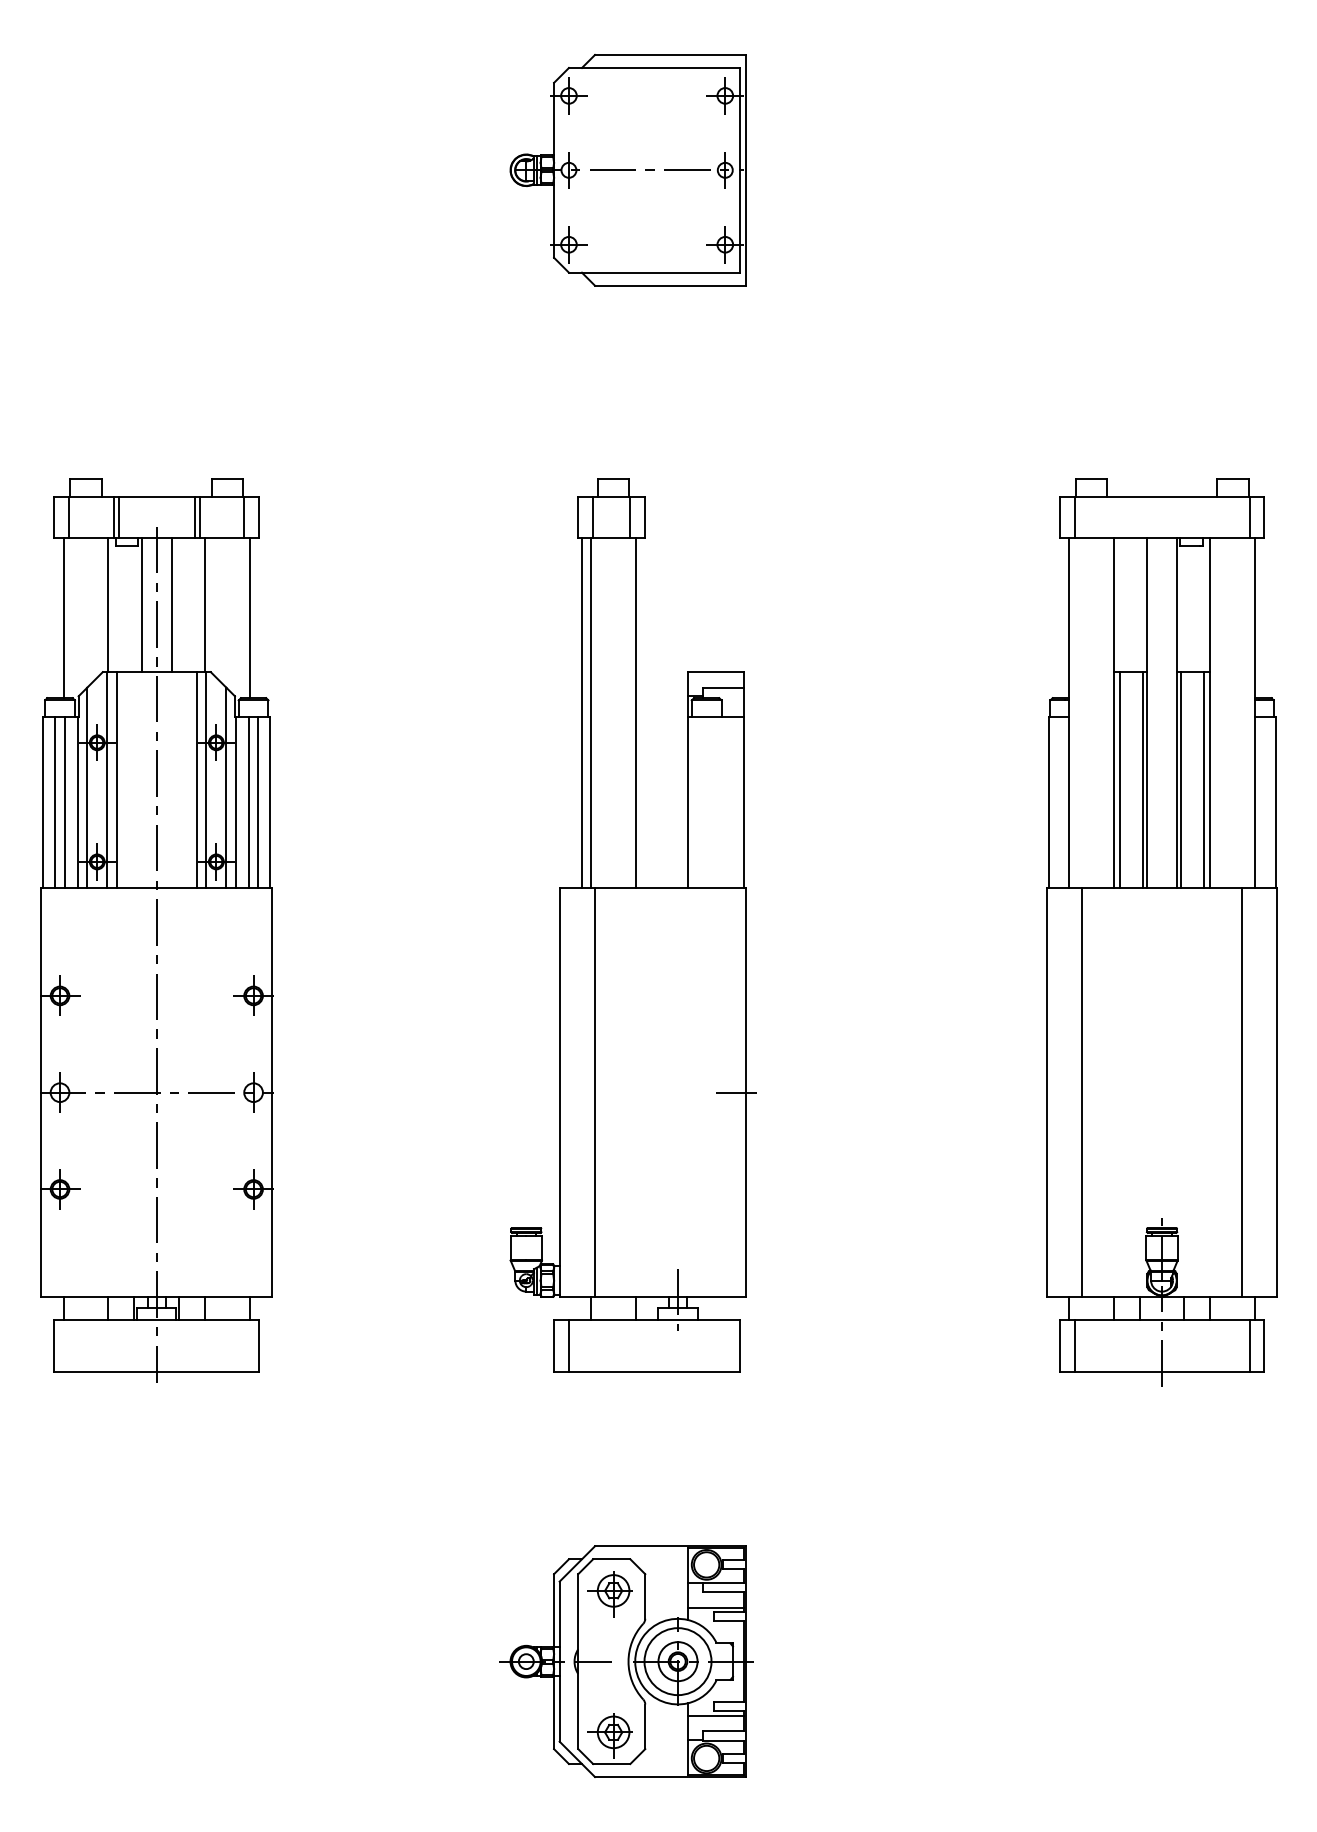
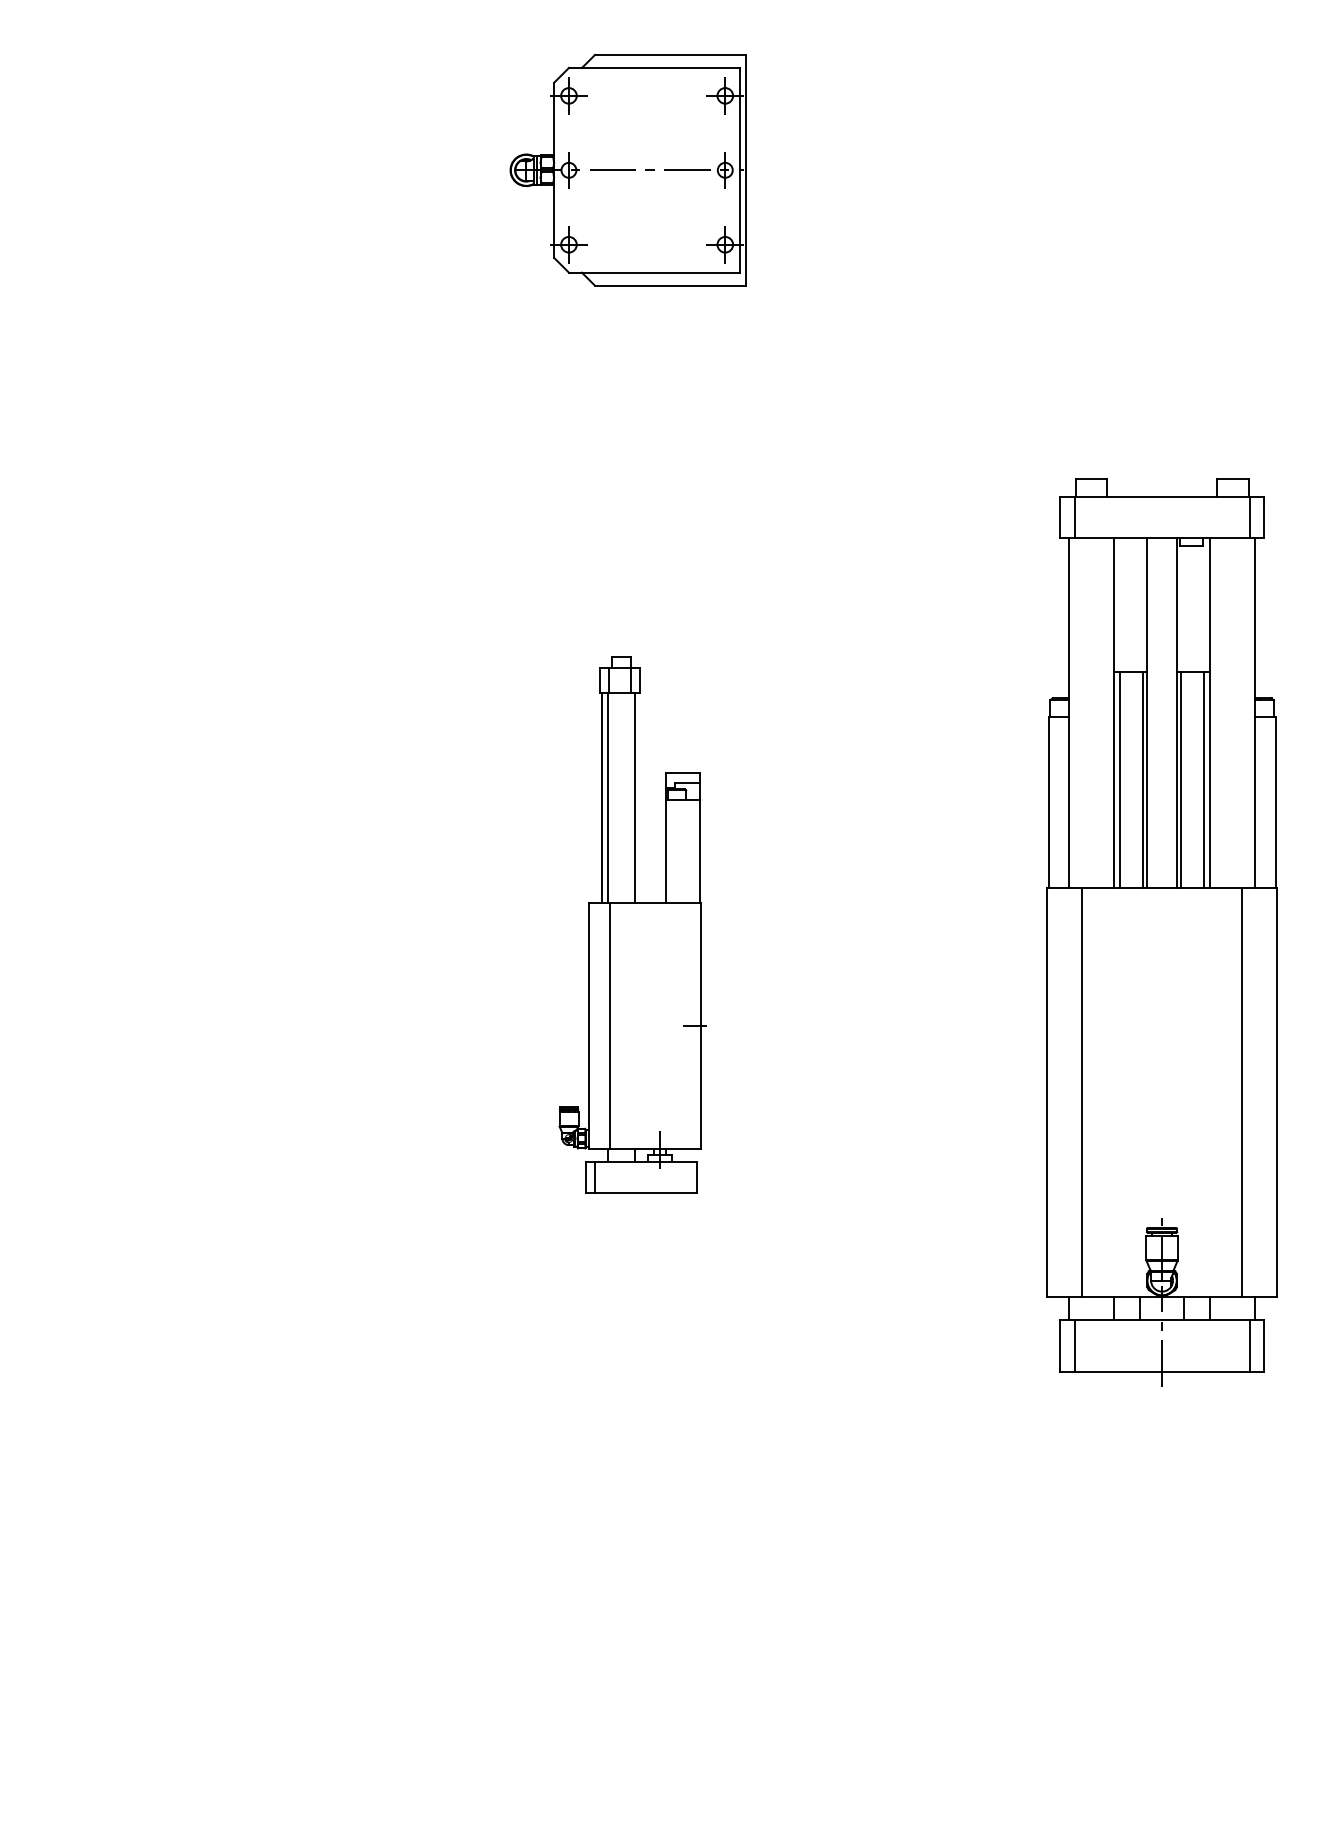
part at (632, 925) size: 248x895 px -> 149x538 px
part at (156, 930): present -> none
part at (626, 1661): present -> none
